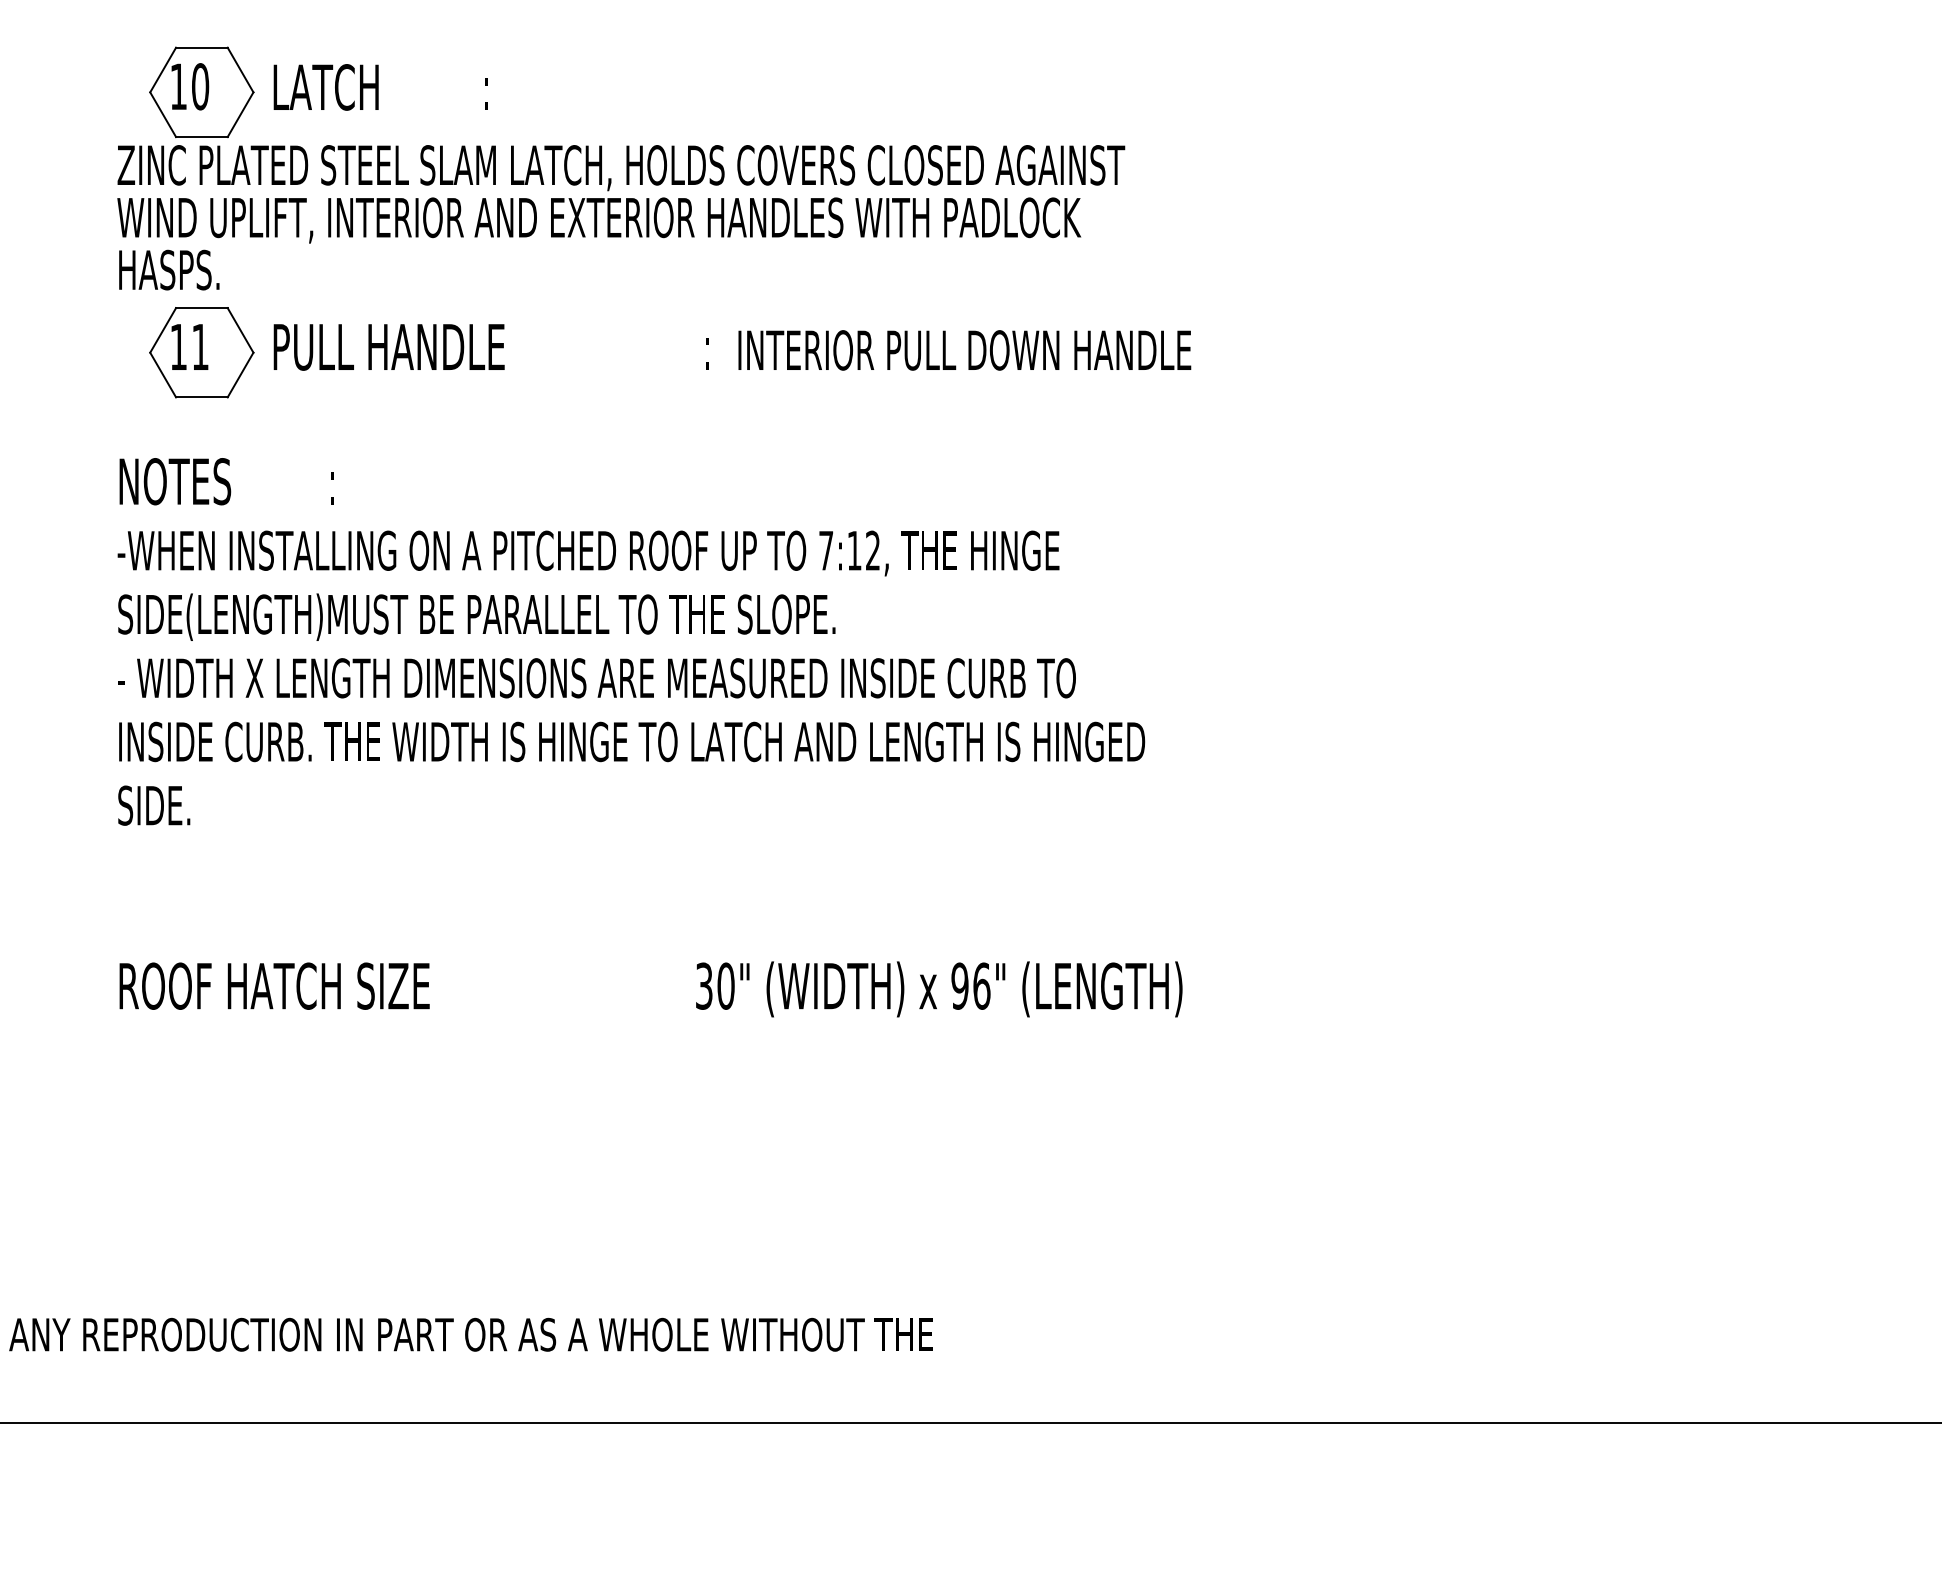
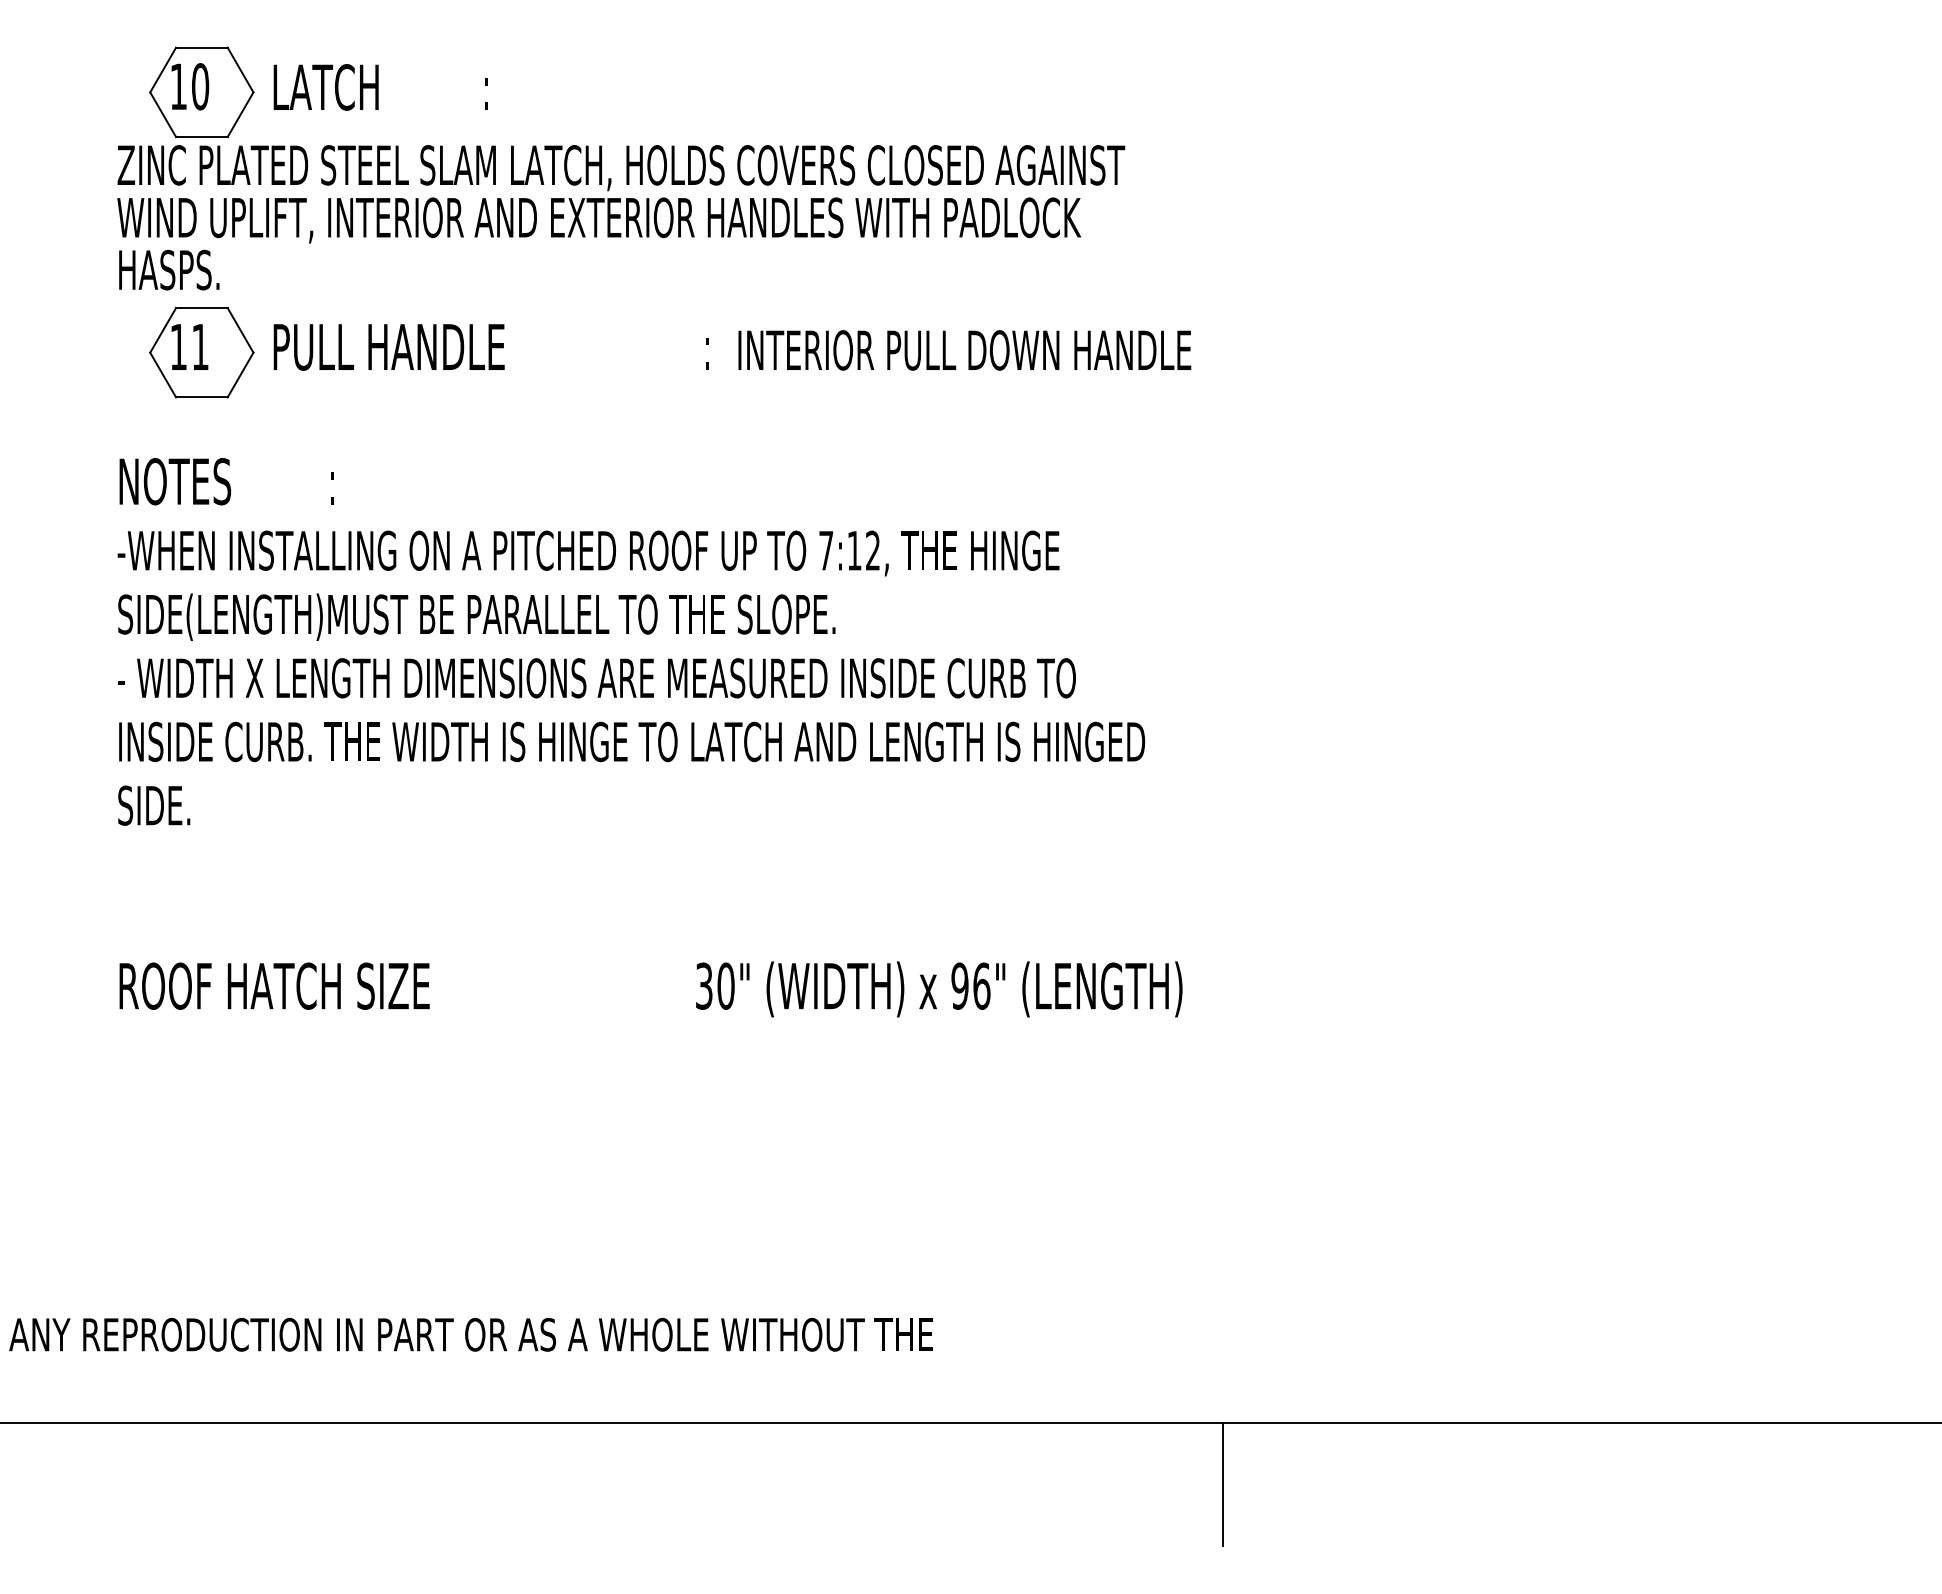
line at (1222, 1484): none -> present
